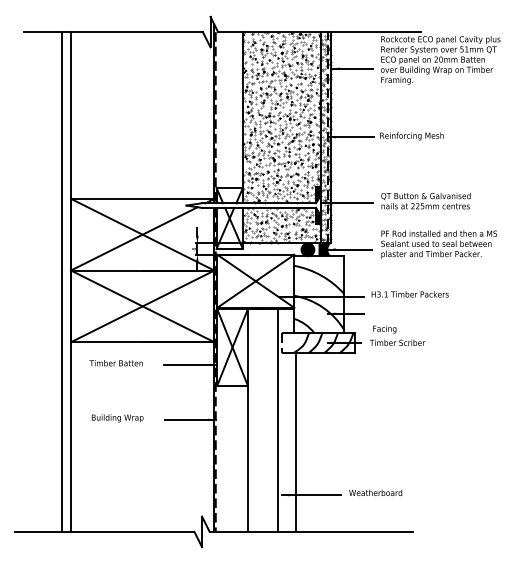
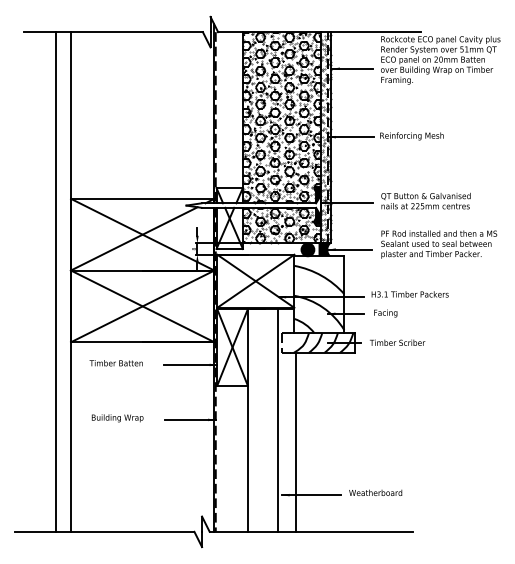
hatch at (281, 137): none -> present
line at (62, 281) position: (62, 281) -> (56, 281)
text at (384, 329) position: (384, 329) -> (385, 313)
